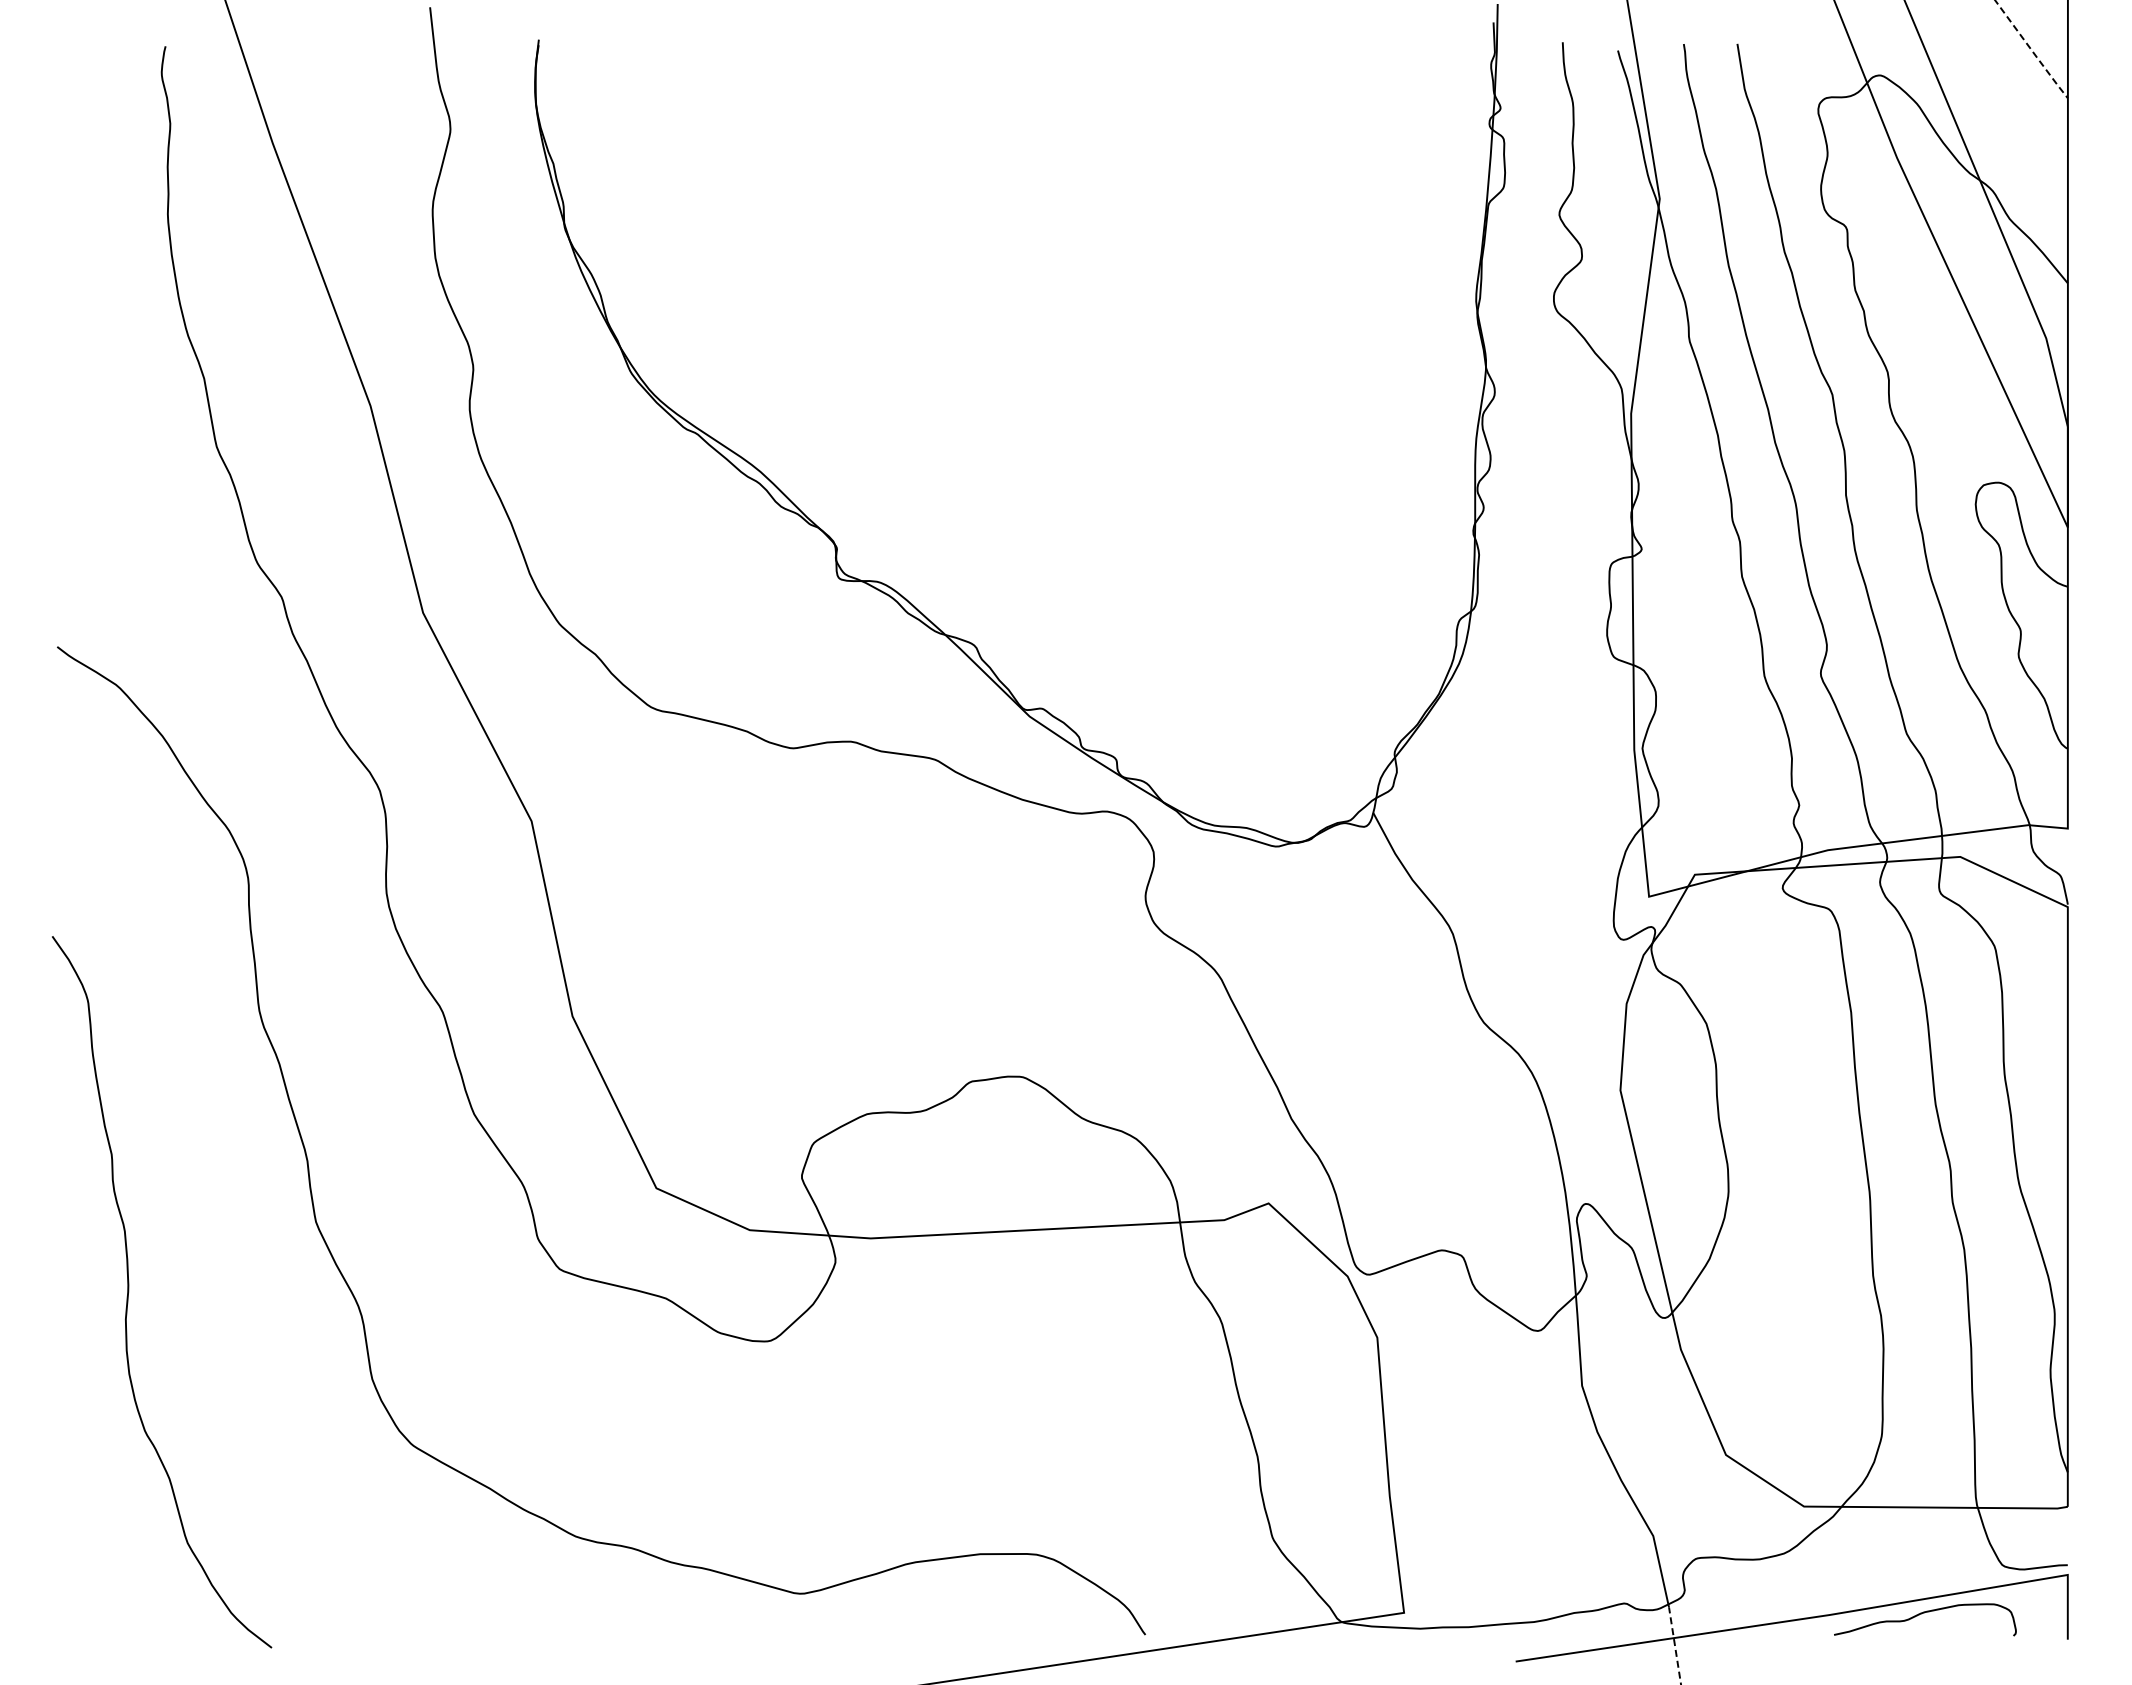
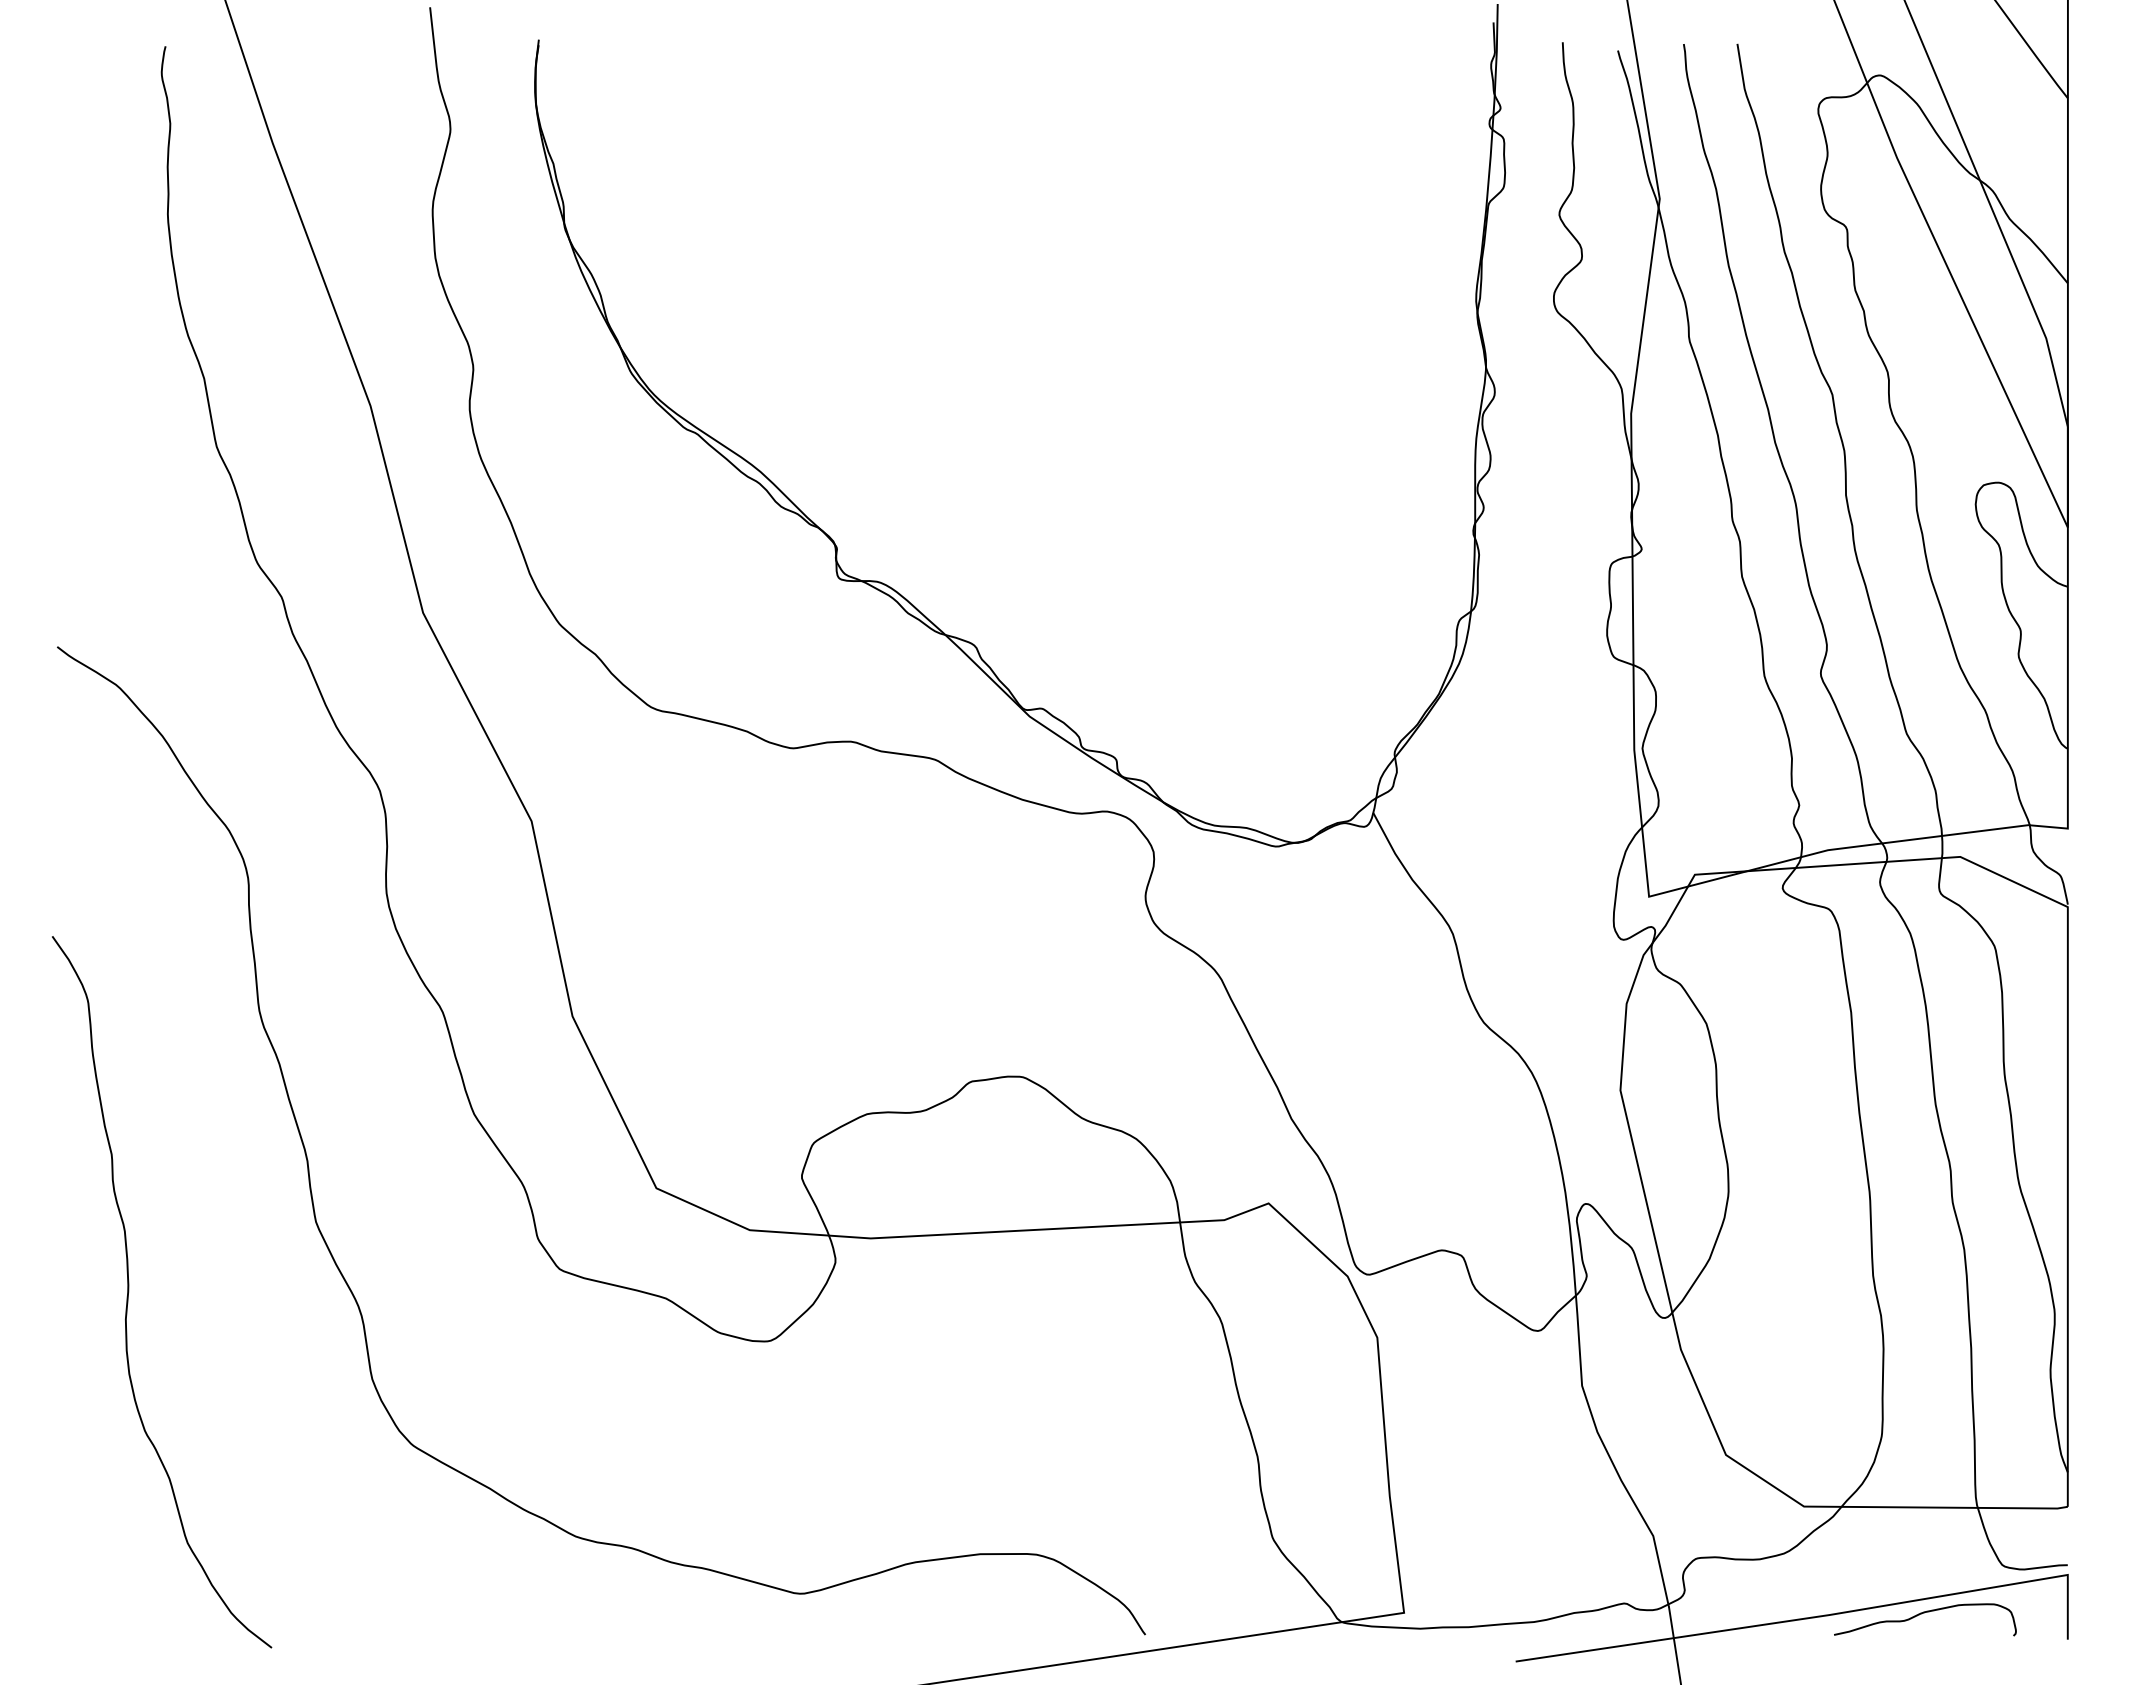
line at (2032, 51): dashed -> solid
line at (1674, 1645): dashed -> solid
